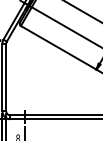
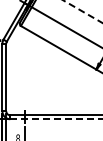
line at (82, 11): solid -> dashed
line at (56, 119): solid -> dashed
